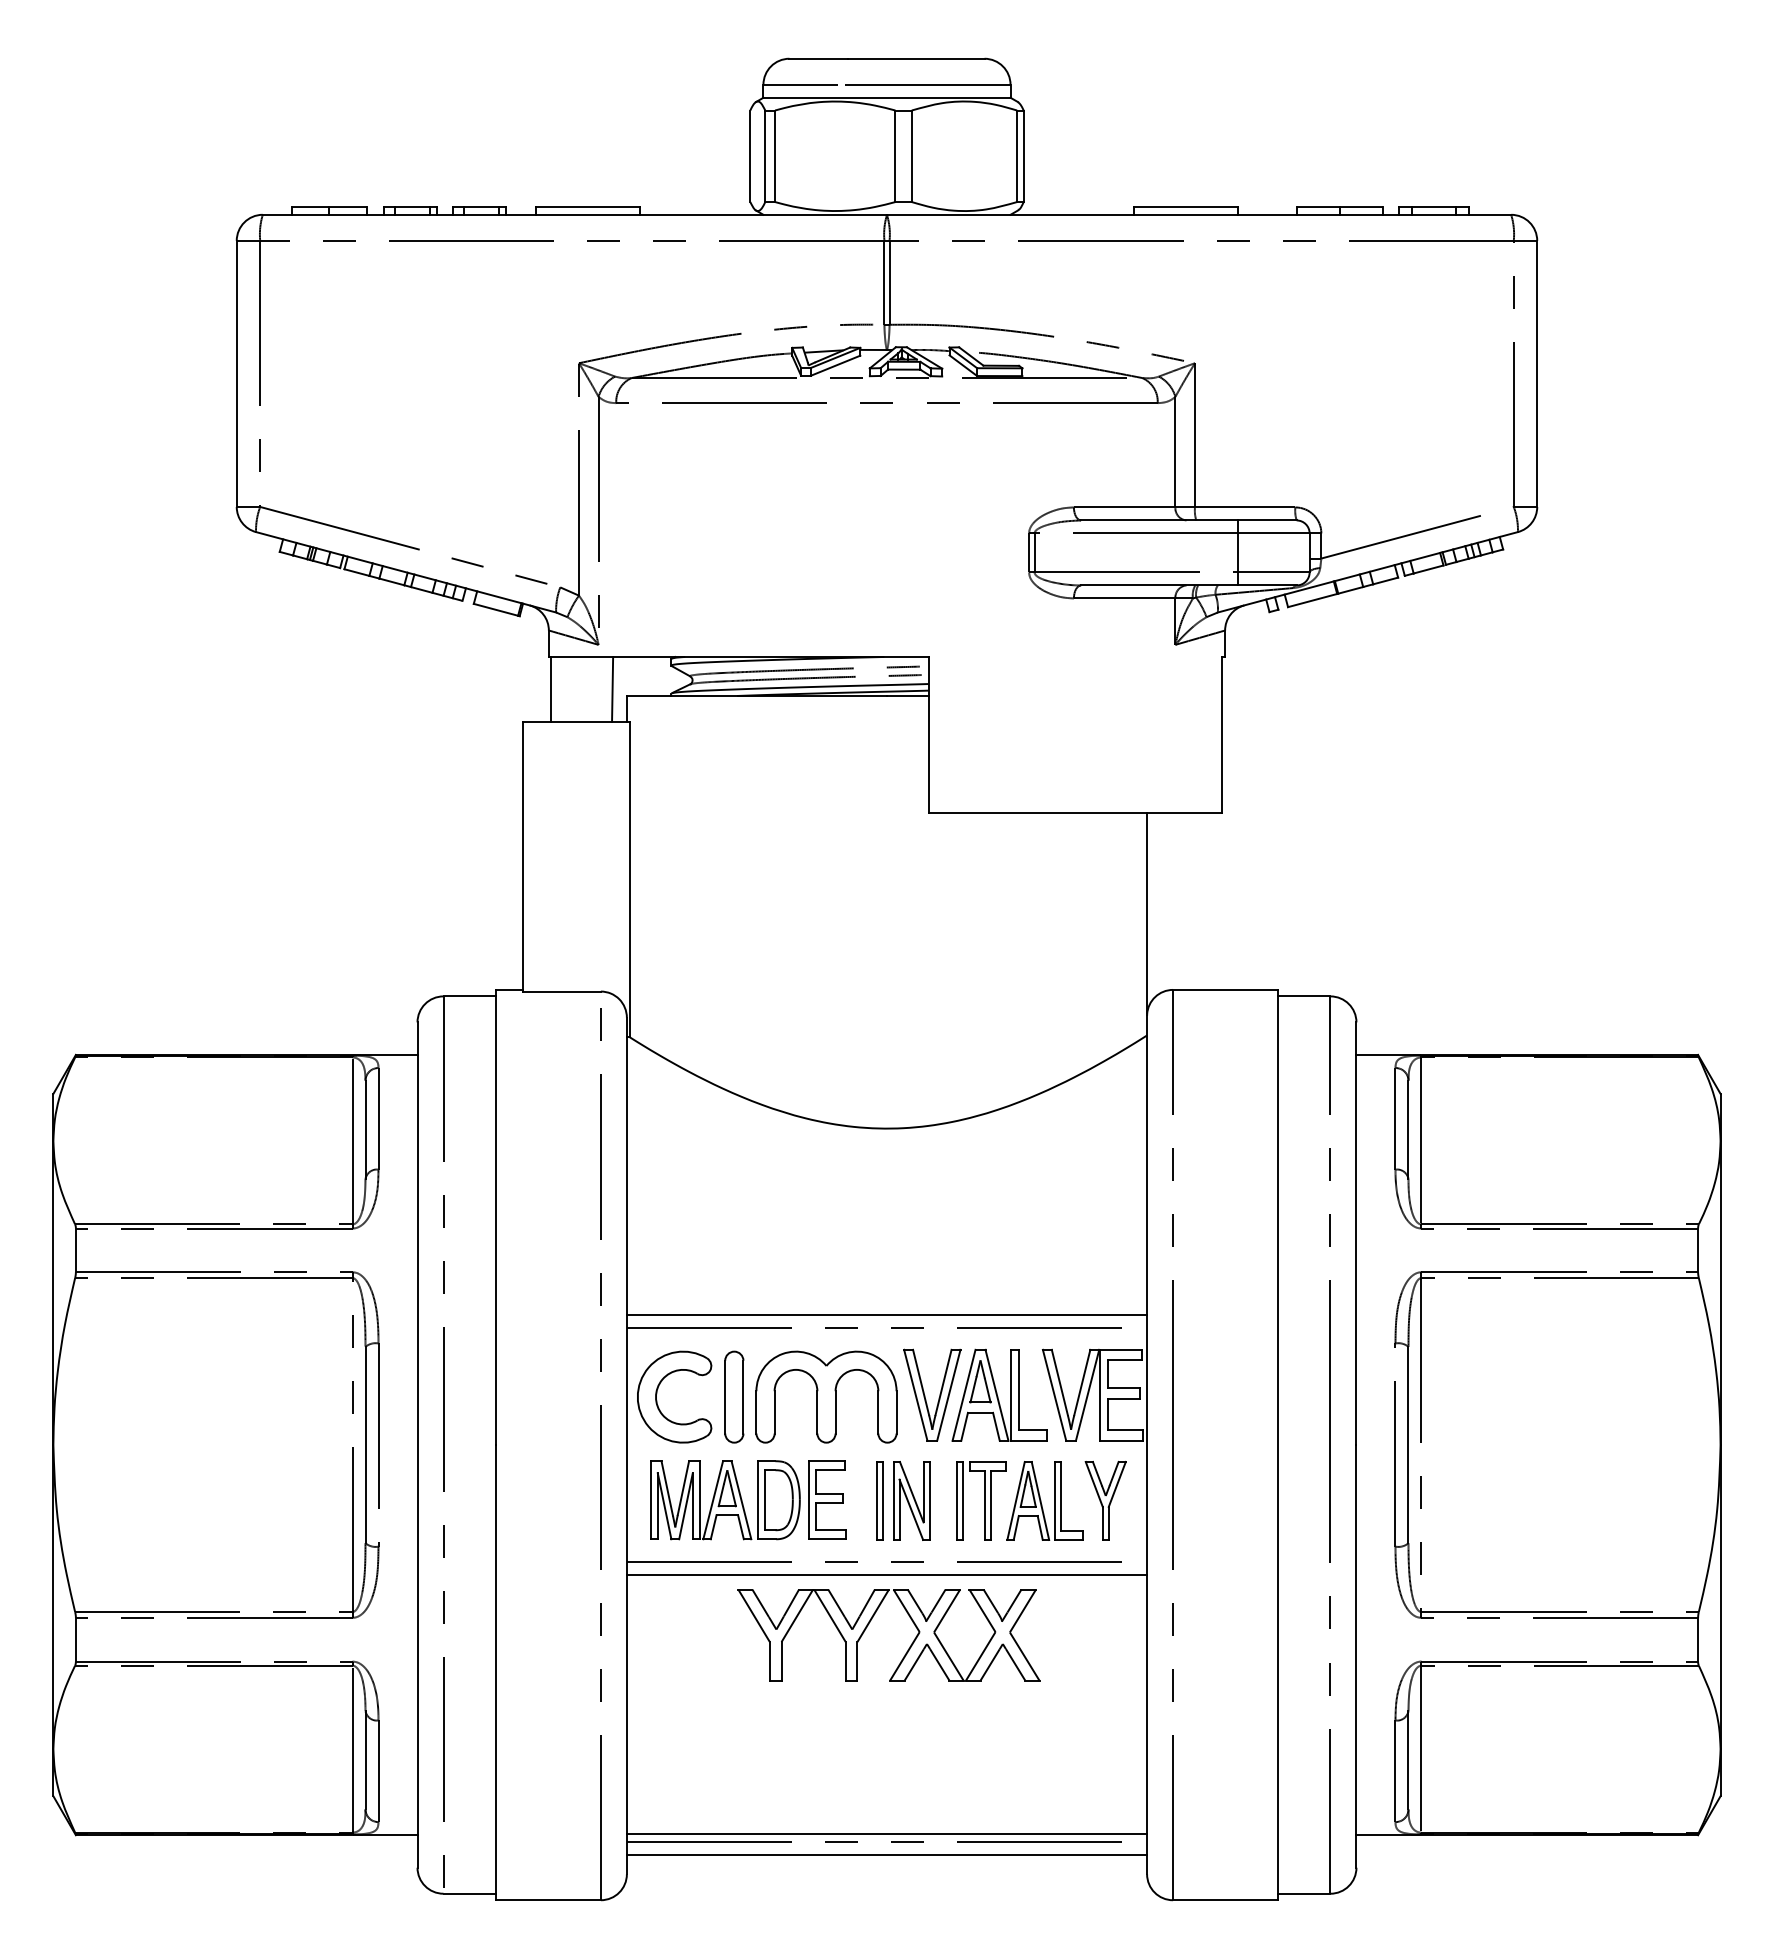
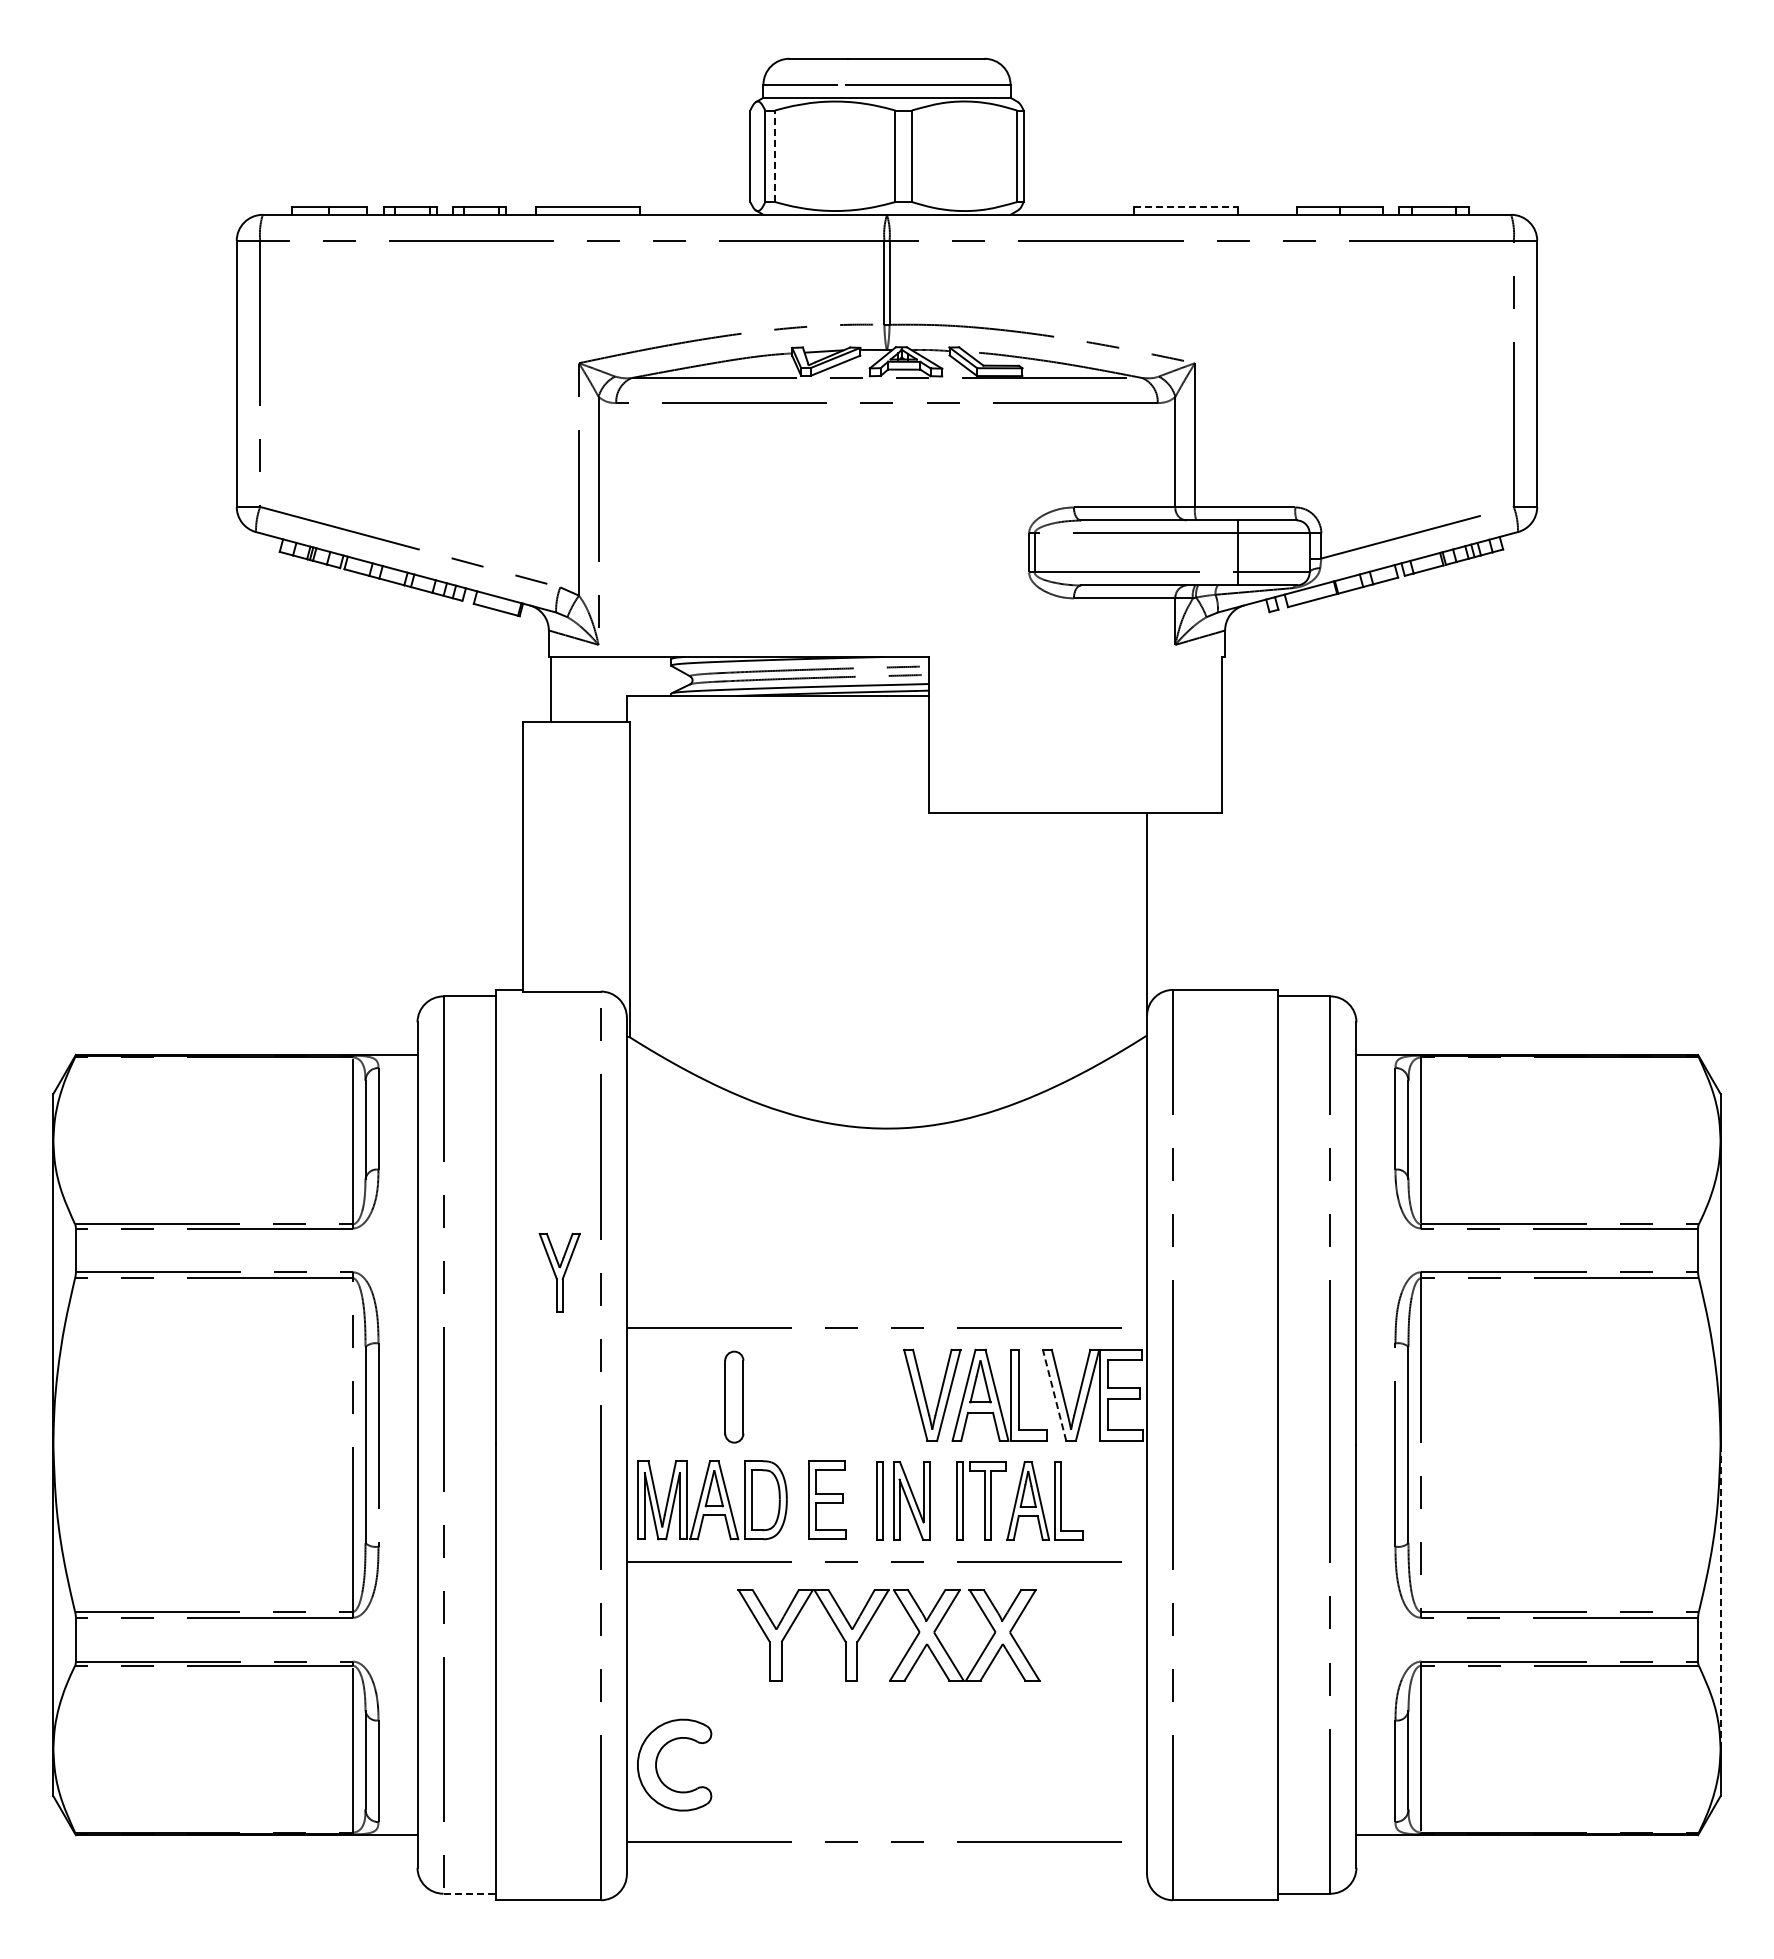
line at (775, 156): solid -> dashed
line at (1186, 207): solid -> dashed
line at (612, 689): present -> none
line at (886, 1315): present -> none
part at (657, 1393) position: (657, 1393) -> (657, 1761)
line at (1054, 1395): solid -> dashed
part at (826, 1396): present -> none
part at (725, 1500) position: (725, 1500) -> (712, 1500)
part at (1105, 1500) position: (1105, 1500) -> (559, 1272)
line at (886, 1575): present -> none
line at (1720, 1596): solid -> dashed
line at (886, 1833): present -> none
line at (886, 1854): present -> none
line at (470, 1893): solid -> dashed
